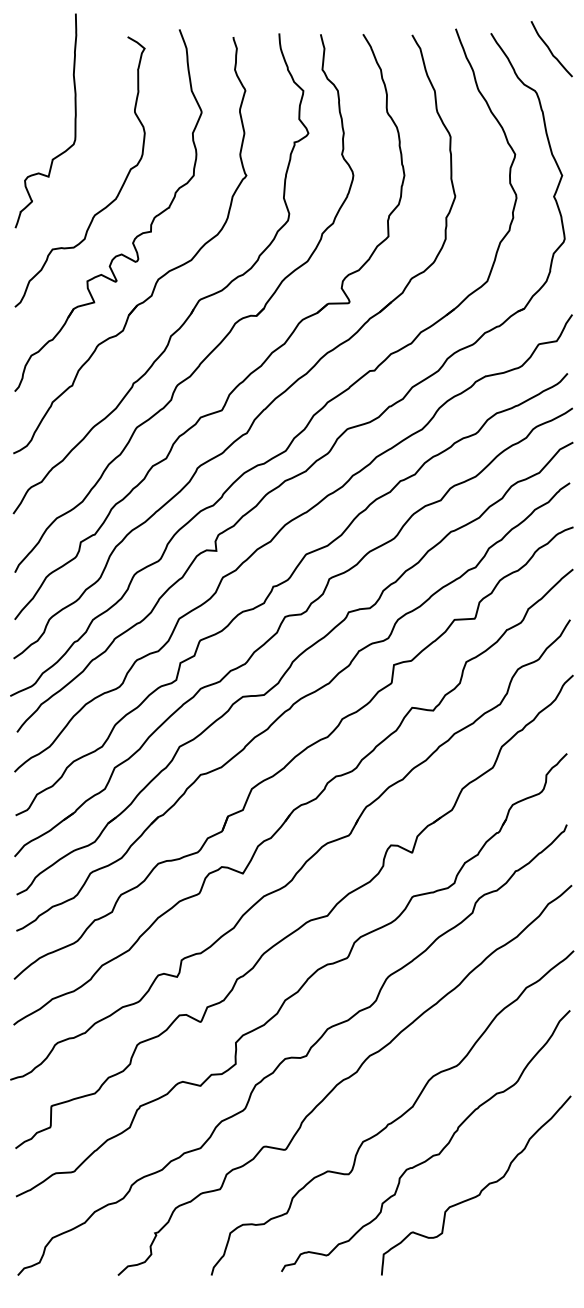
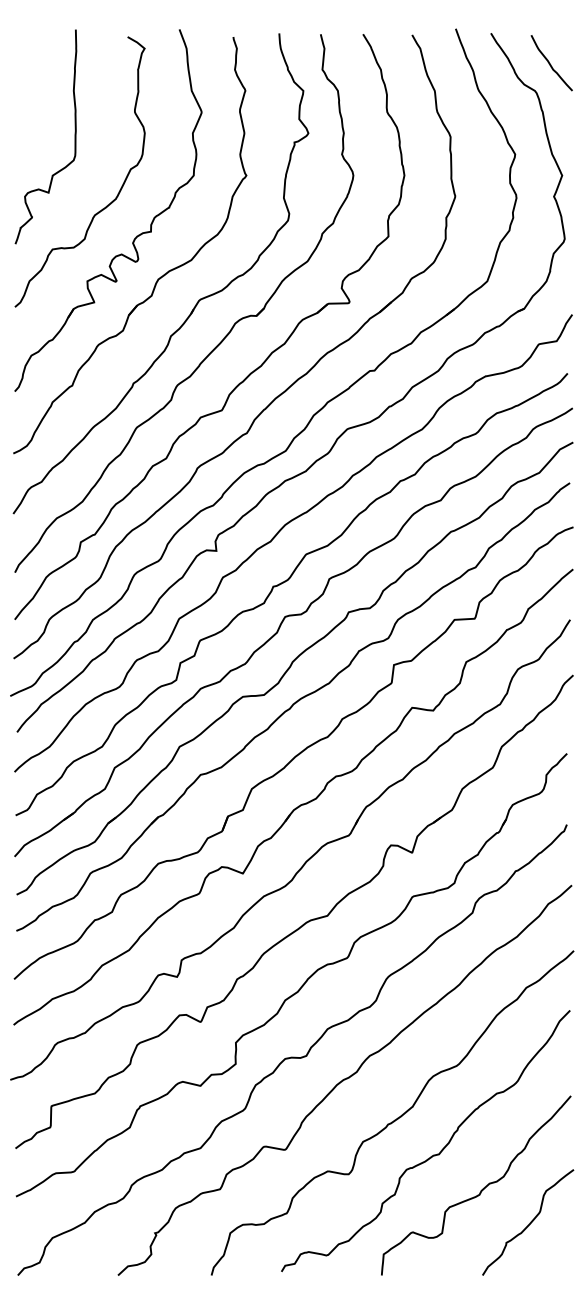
curve at (550, 49) position: (550, 49) -> (550, 63)
curve at (74, 120) position: (74, 120) -> (74, 136)
curve at (529, 1223): none -> present
